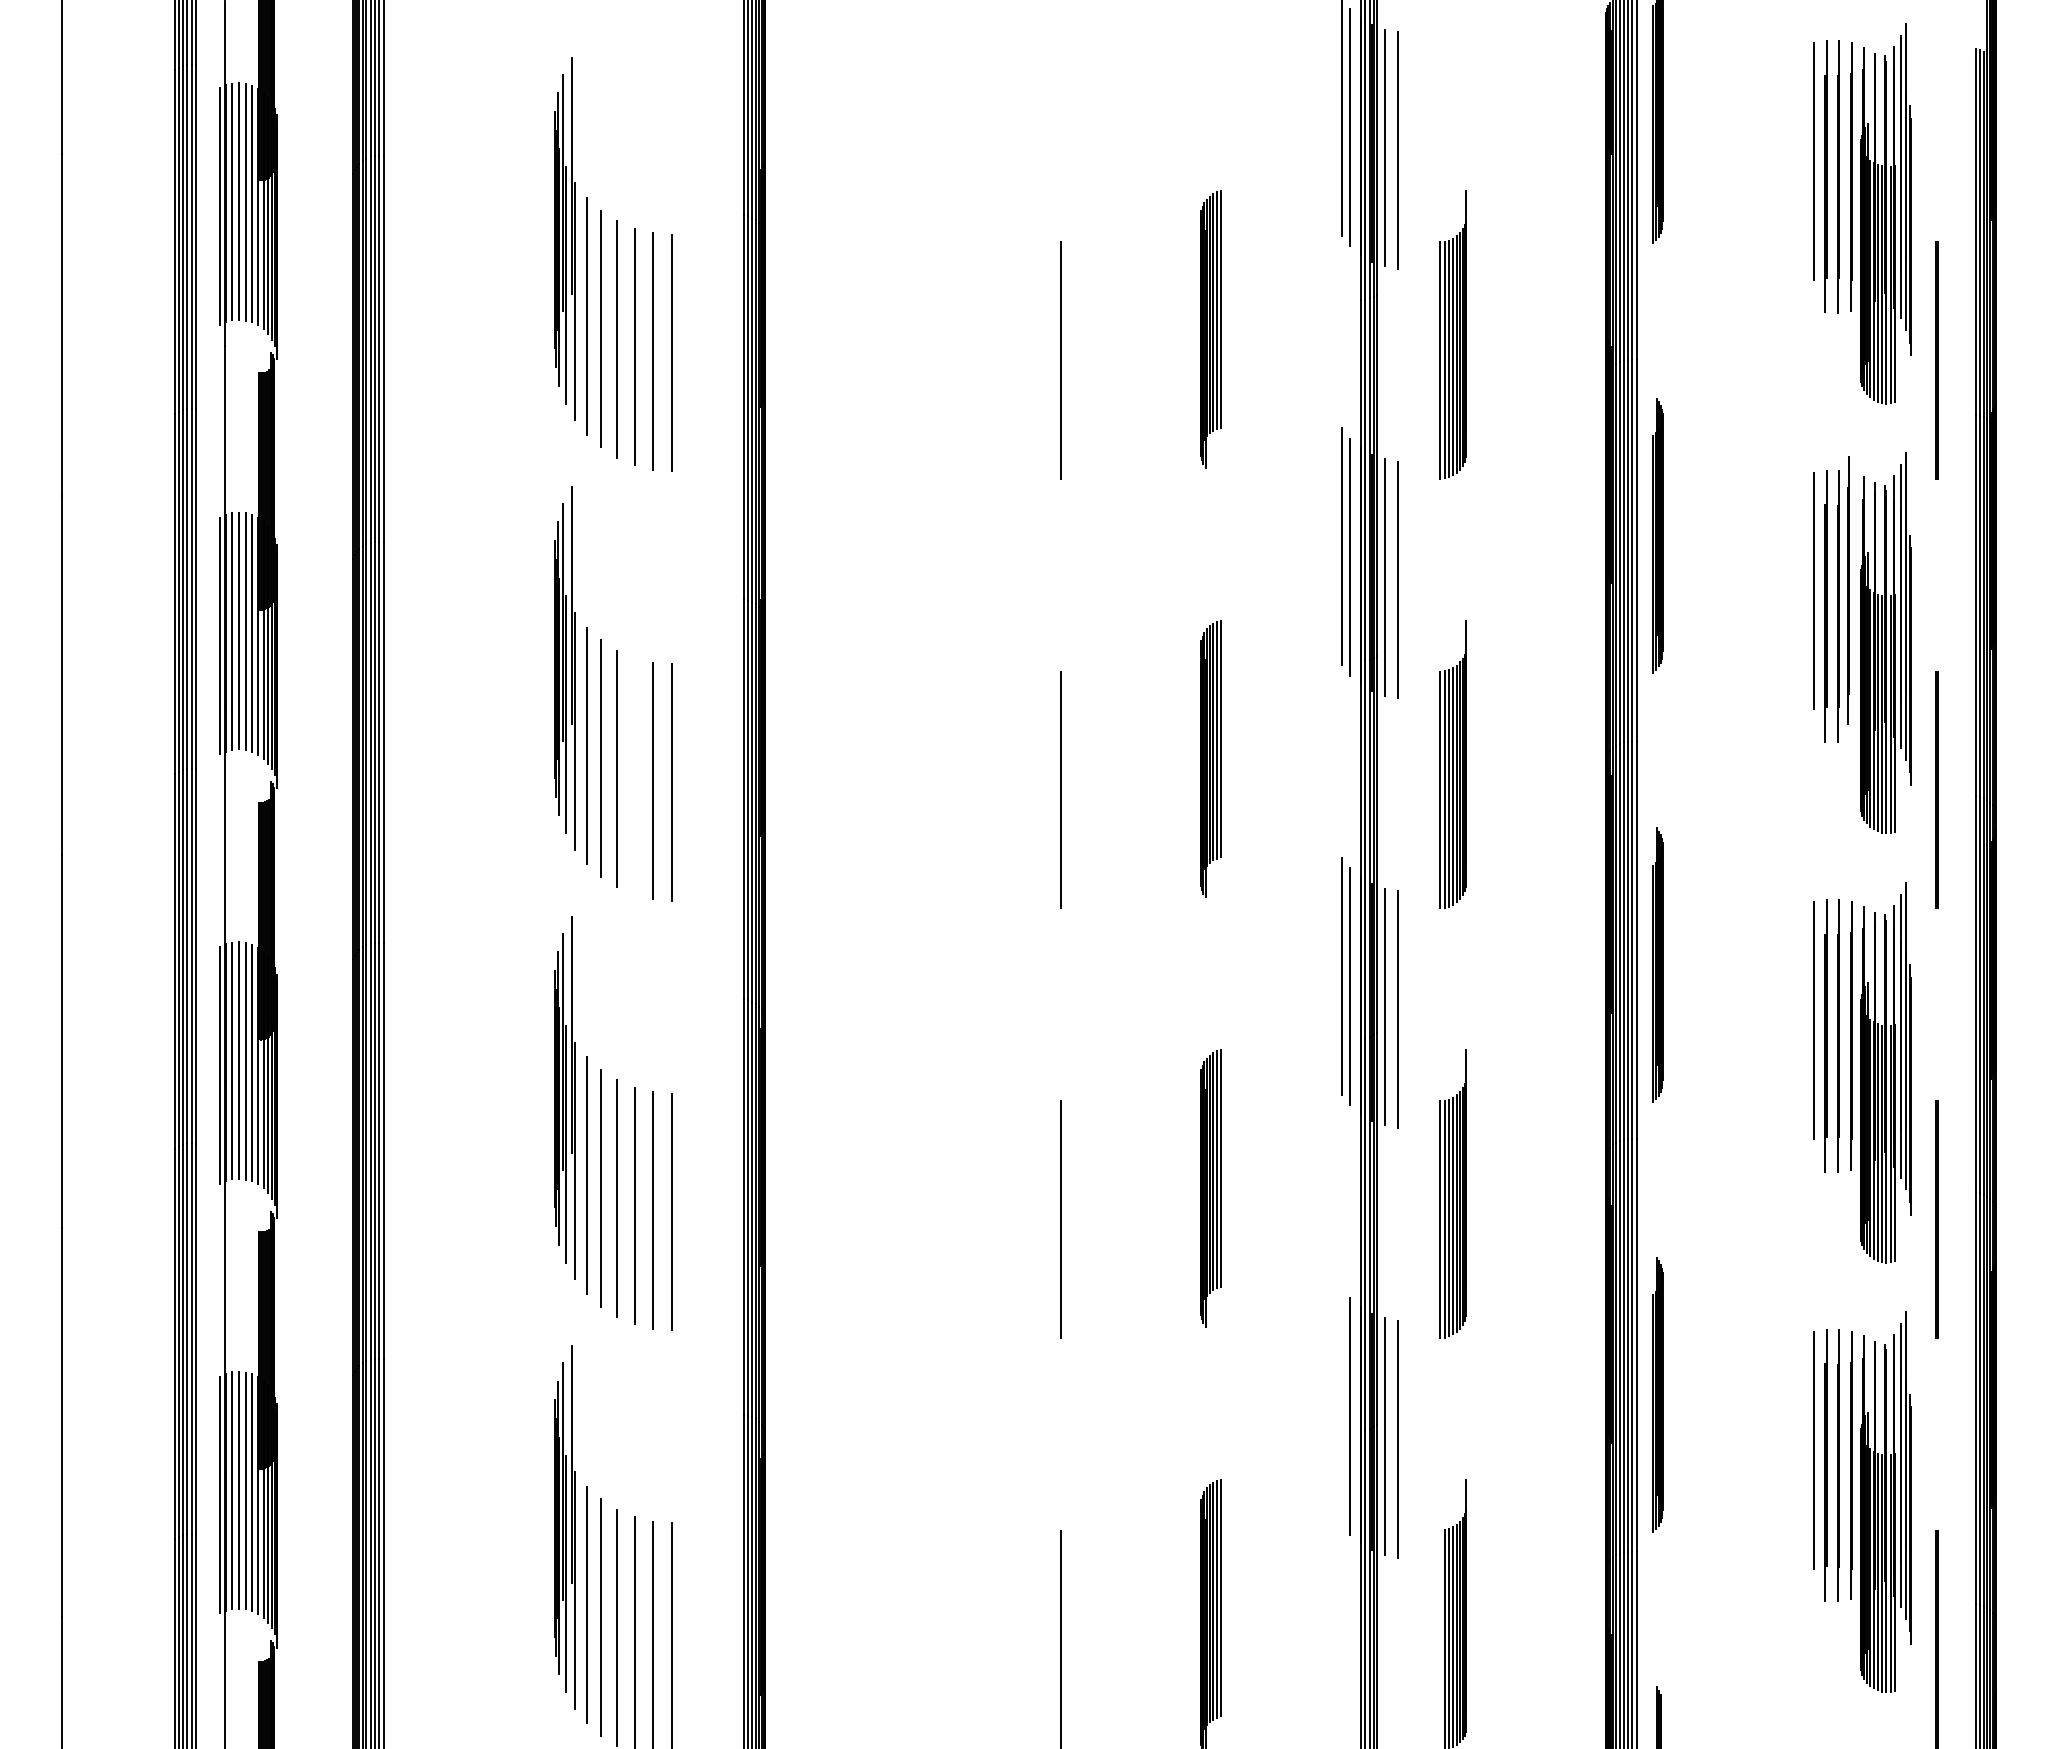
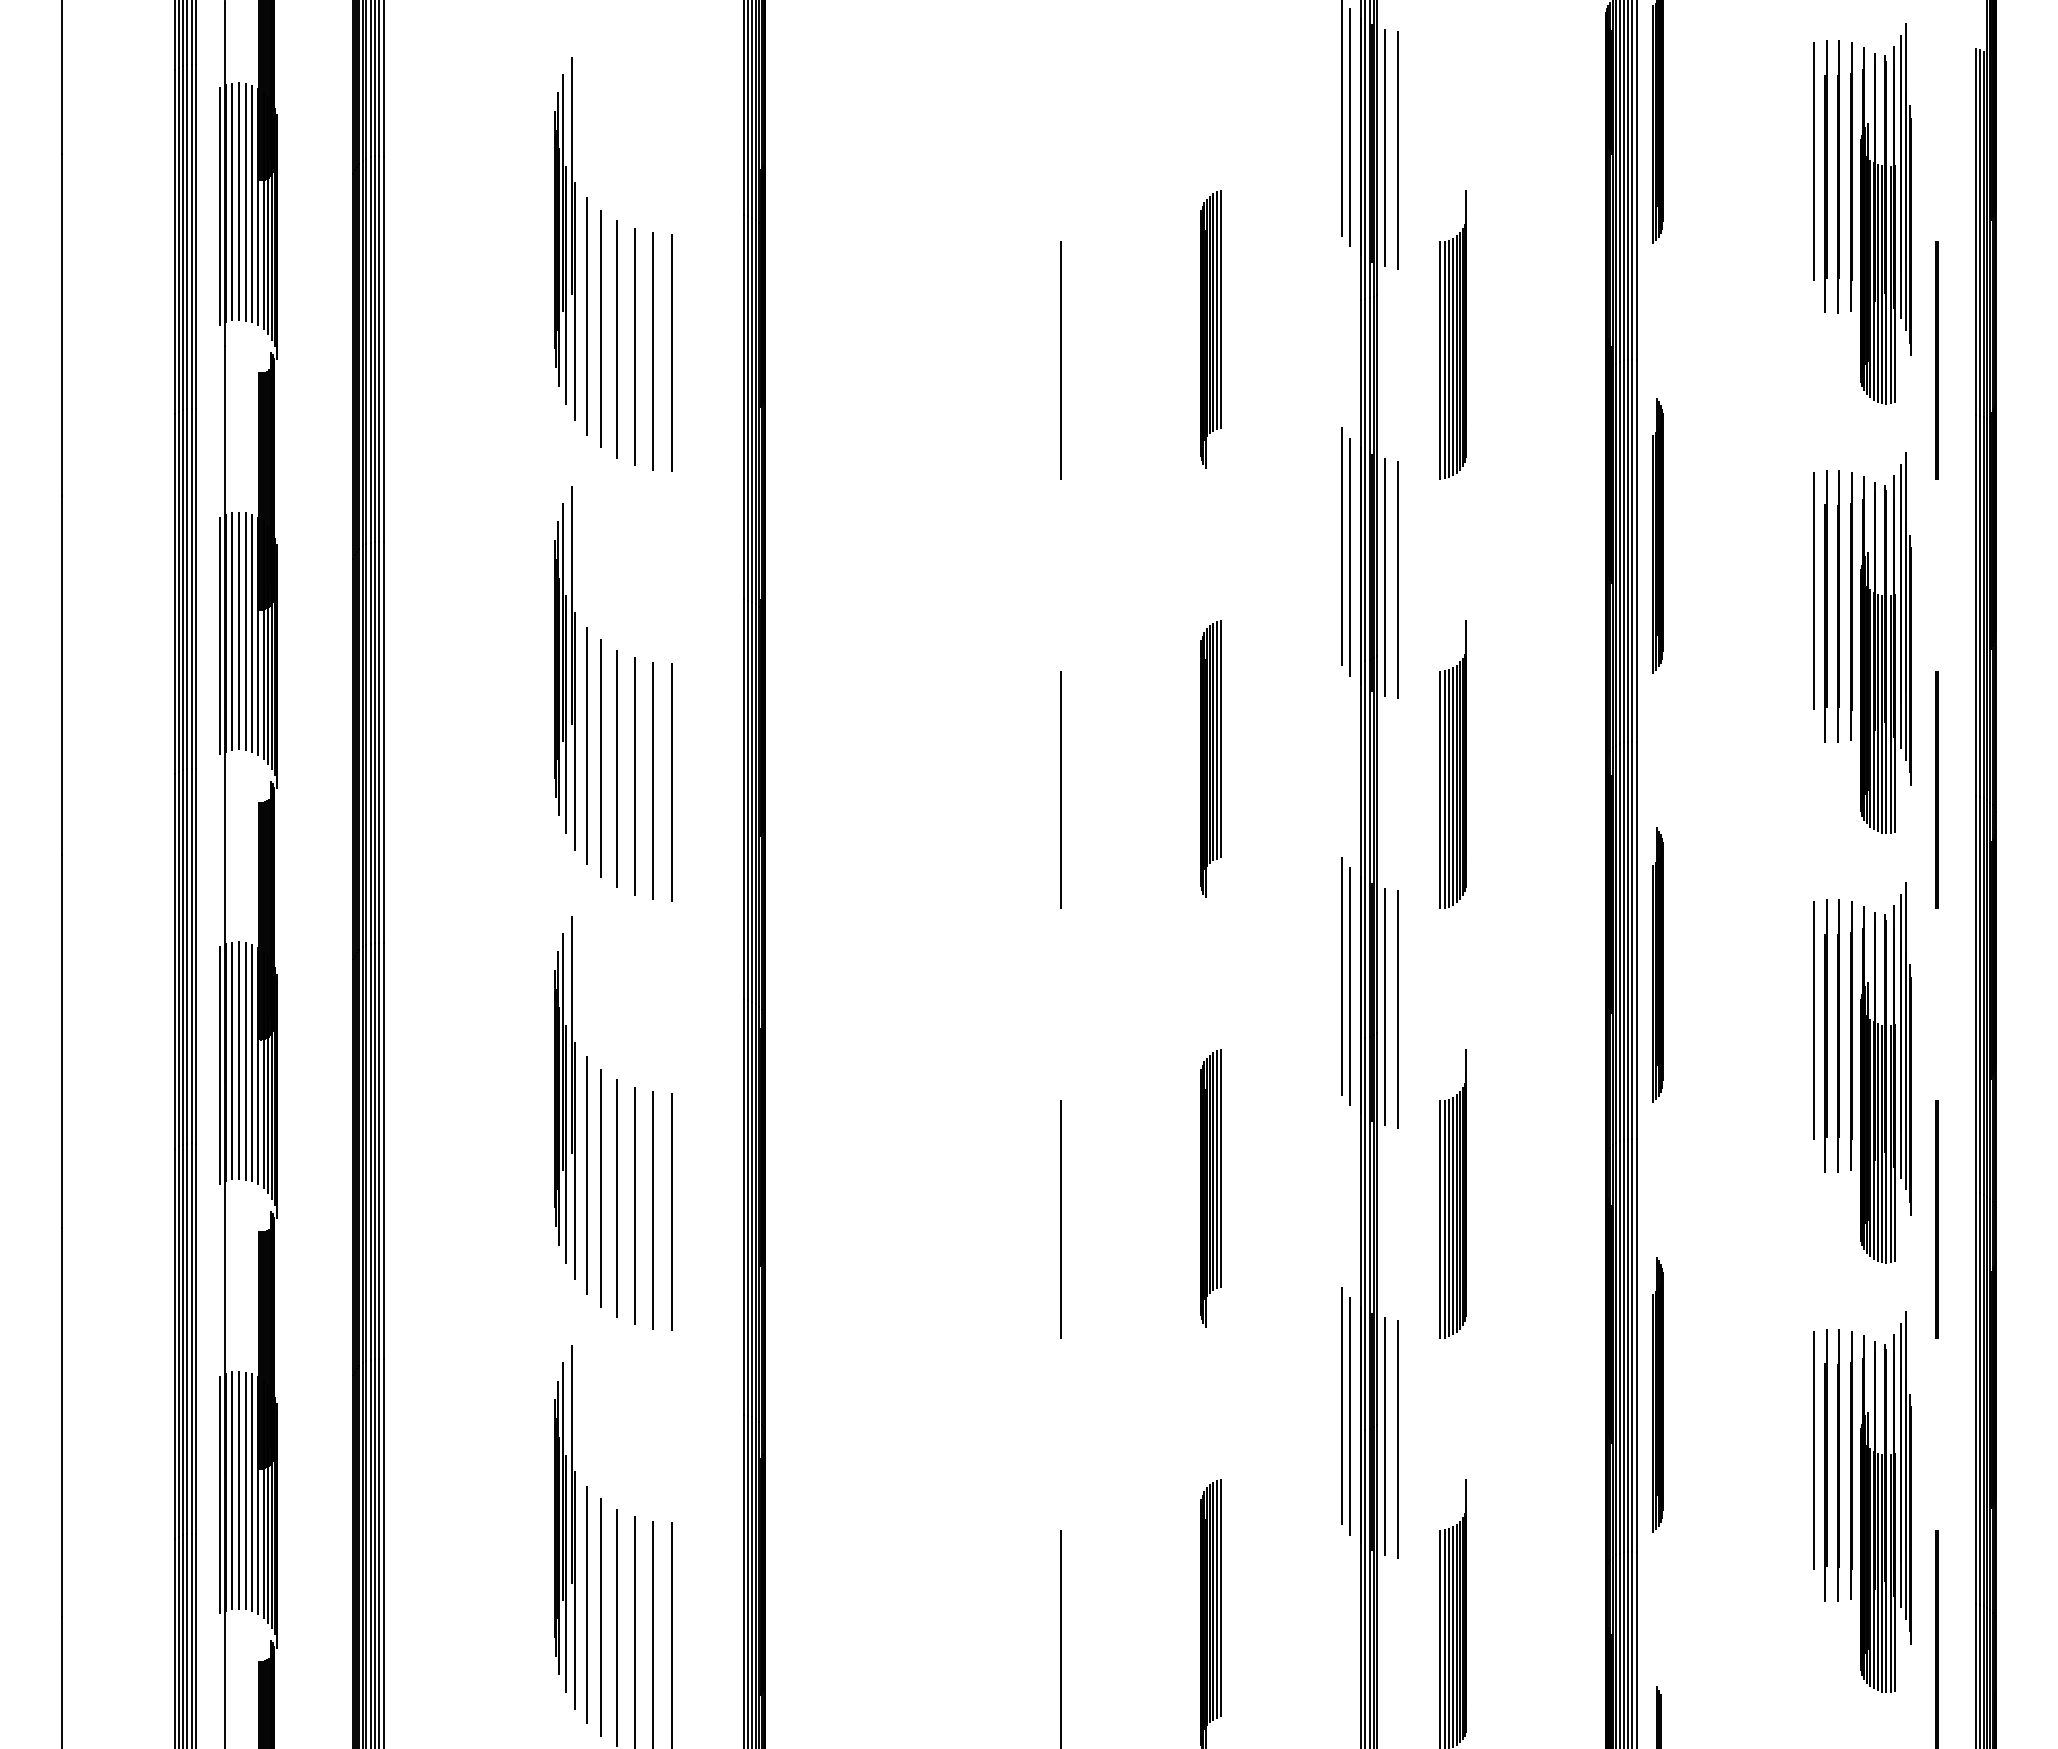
line at (1848, 590) position: (1848, 590) -> (1851, 606)
line at (634, 776): none -> present
line at (1341, 1405): none -> present
line at (1440, 1637): none -> present
